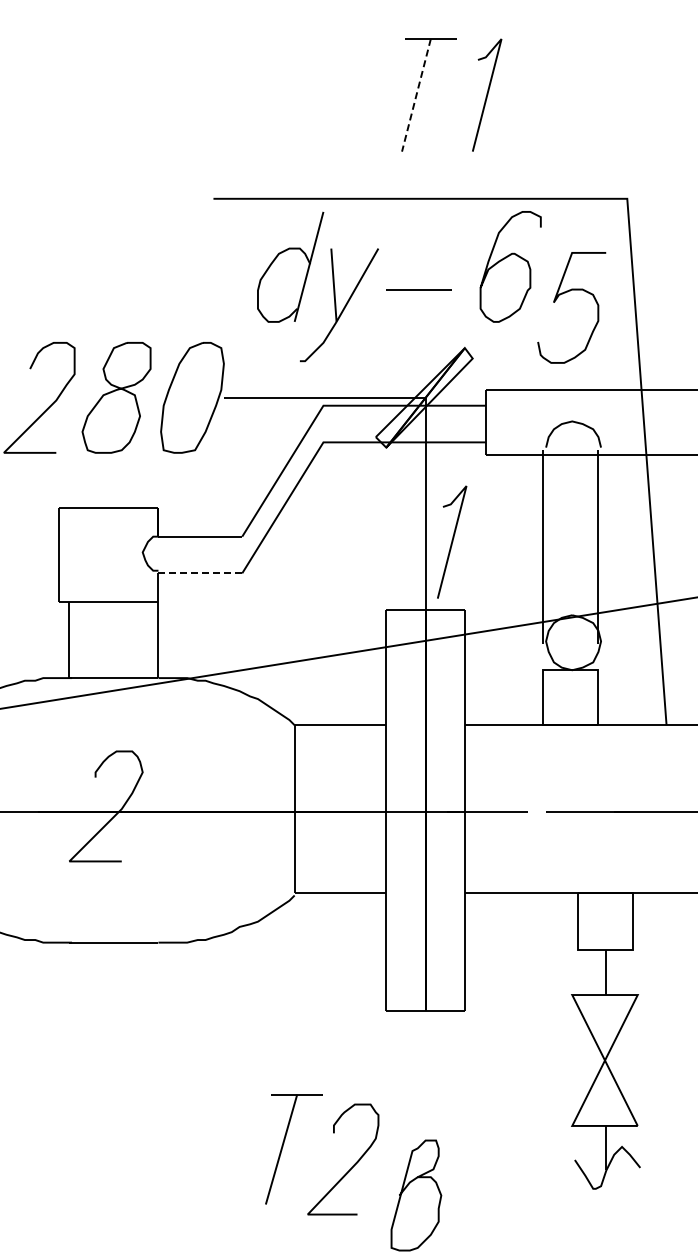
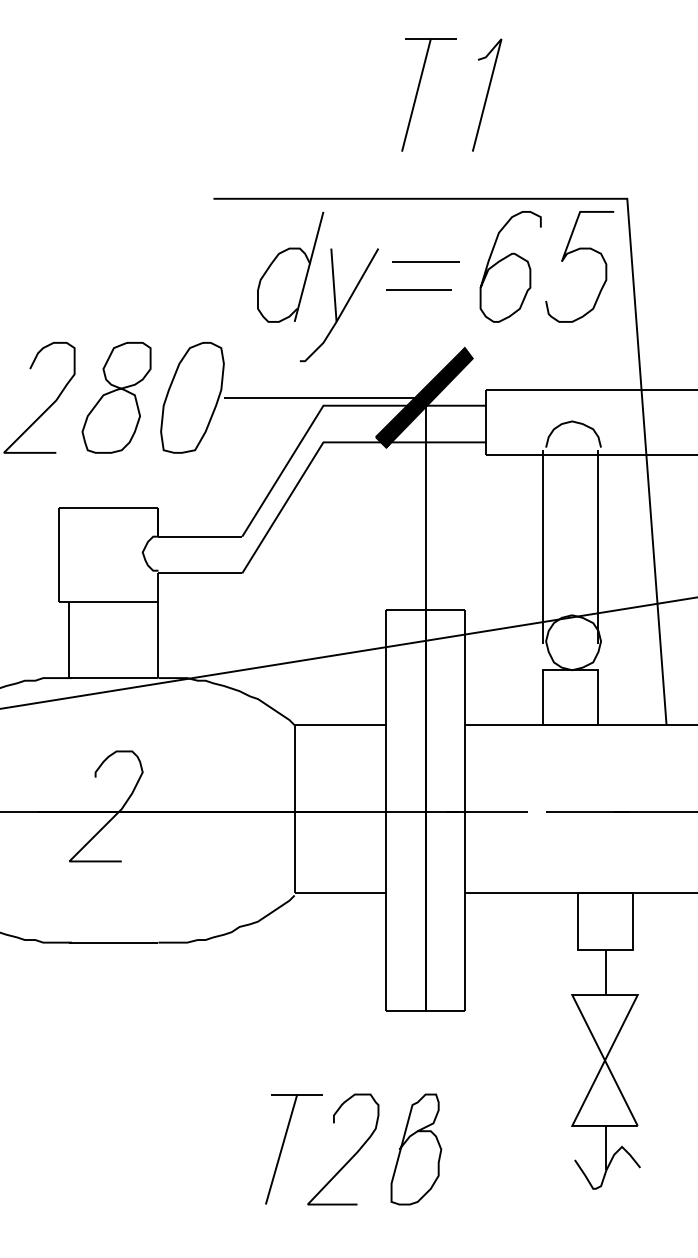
line at (416, 95): dashed -> solid
line at (425, 261): none -> present
curve at (565, 293) position: (565, 293) -> (573, 252)
fill at (423, 397): none -> present
line at (452, 541): present -> none
line at (200, 573): dashed -> solid
curve at (353, 1164) position: (353, 1164) -> (353, 1154)
curve at (407, 1187) position: (407, 1187) -> (407, 1141)
